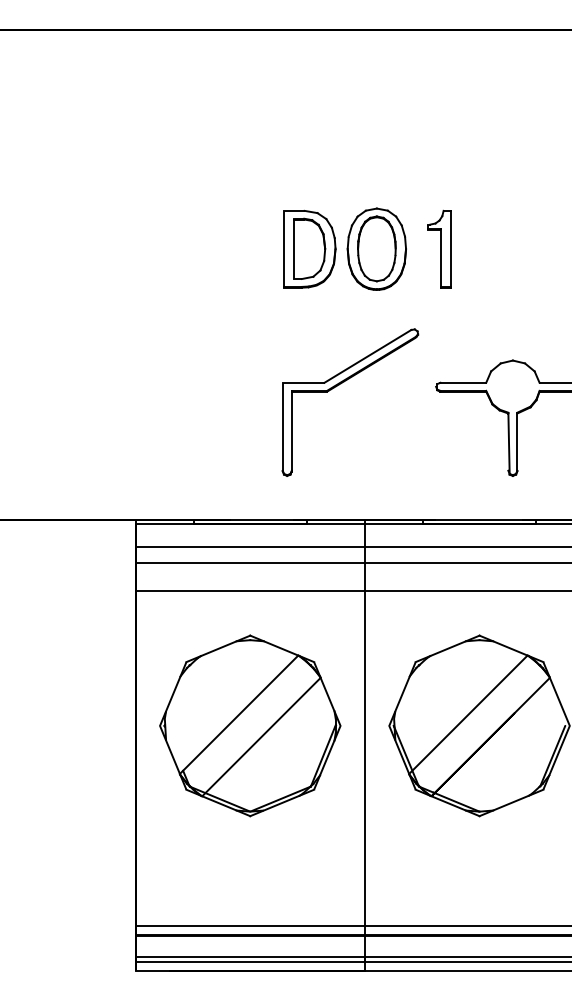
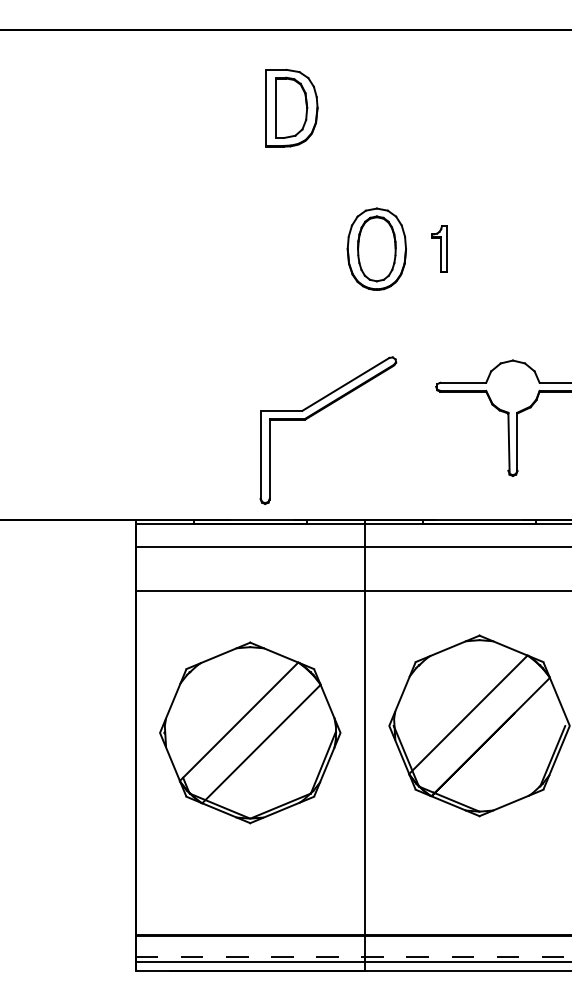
part at (309, 248) position: (309, 248) -> (291, 107)
part at (439, 248) size: 25x80 px -> 17x48 px
part at (339, 385) position: (339, 385) -> (317, 413)
line at (351, 563): present -> none
part at (250, 725) position: (250, 725) -> (250, 732)
line at (351, 925): present -> none
line at (353, 957): solid -> dashed
